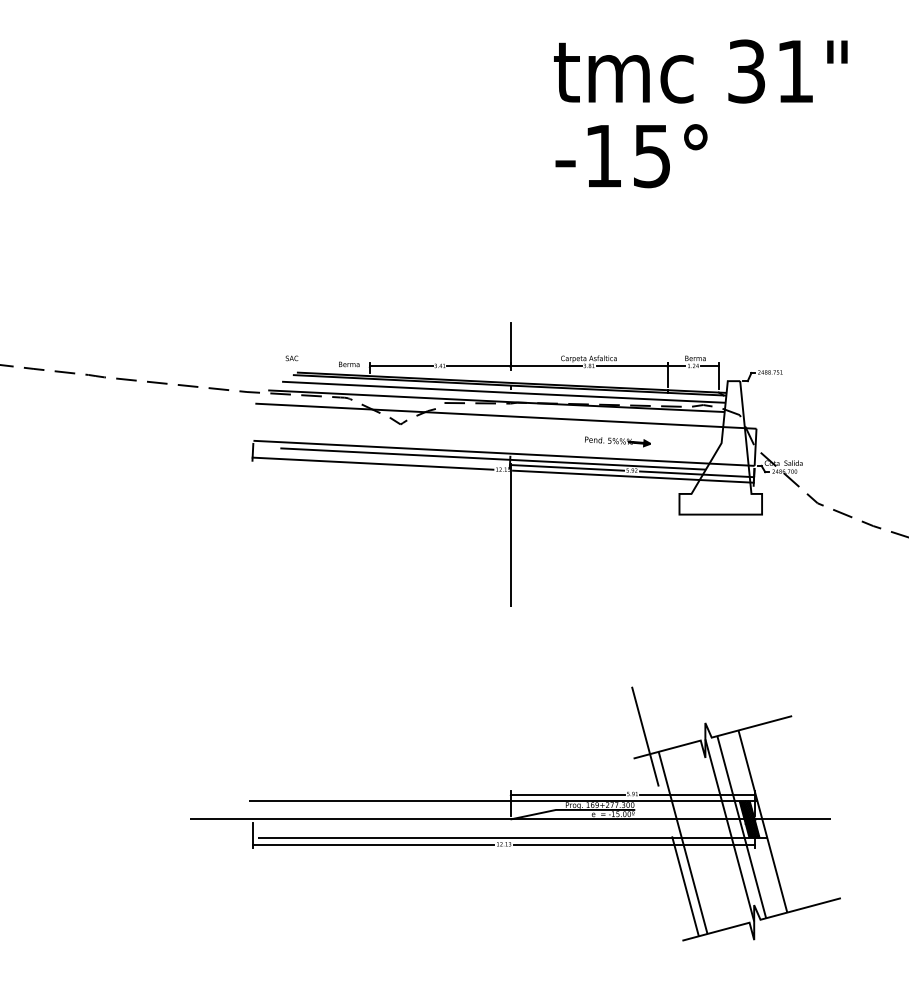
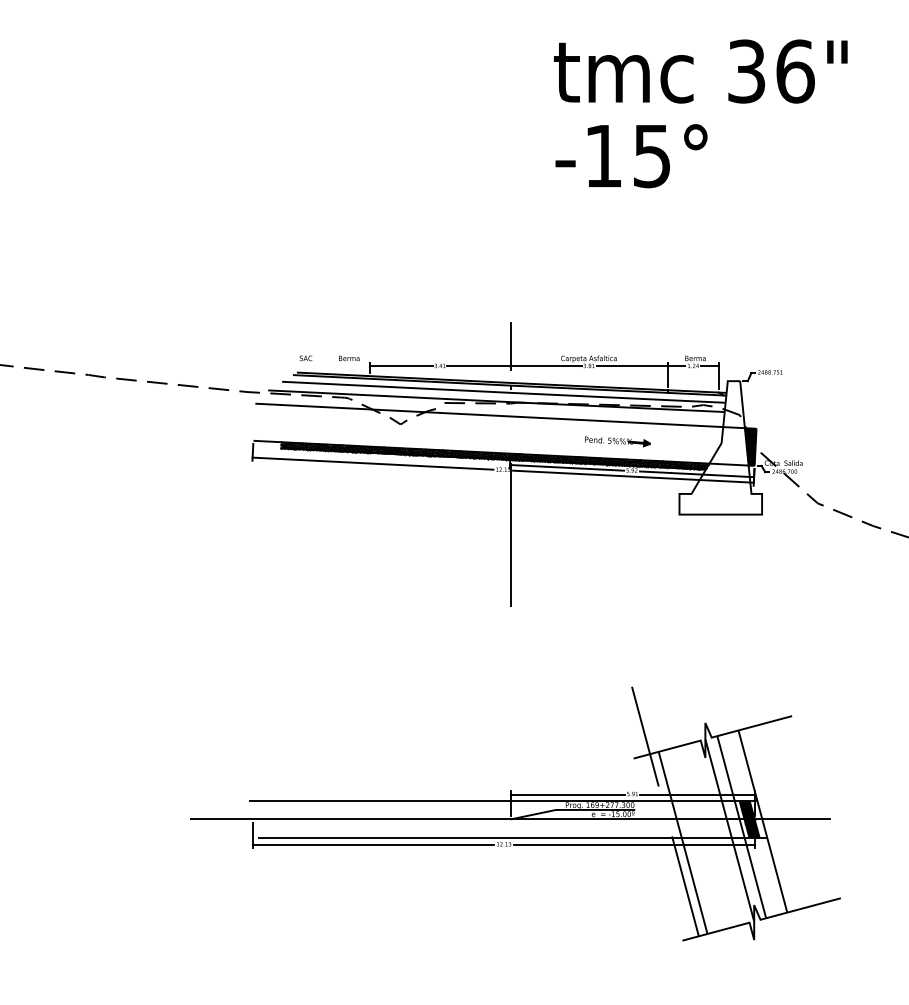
text at (795, 71): 31" -> 36"
text at (291, 358) position: (291, 358) -> (305, 358)
text at (349, 364) position: (349, 364) -> (349, 358)
hatch at (750, 446): none -> present
hatch at (494, 455): none -> present
